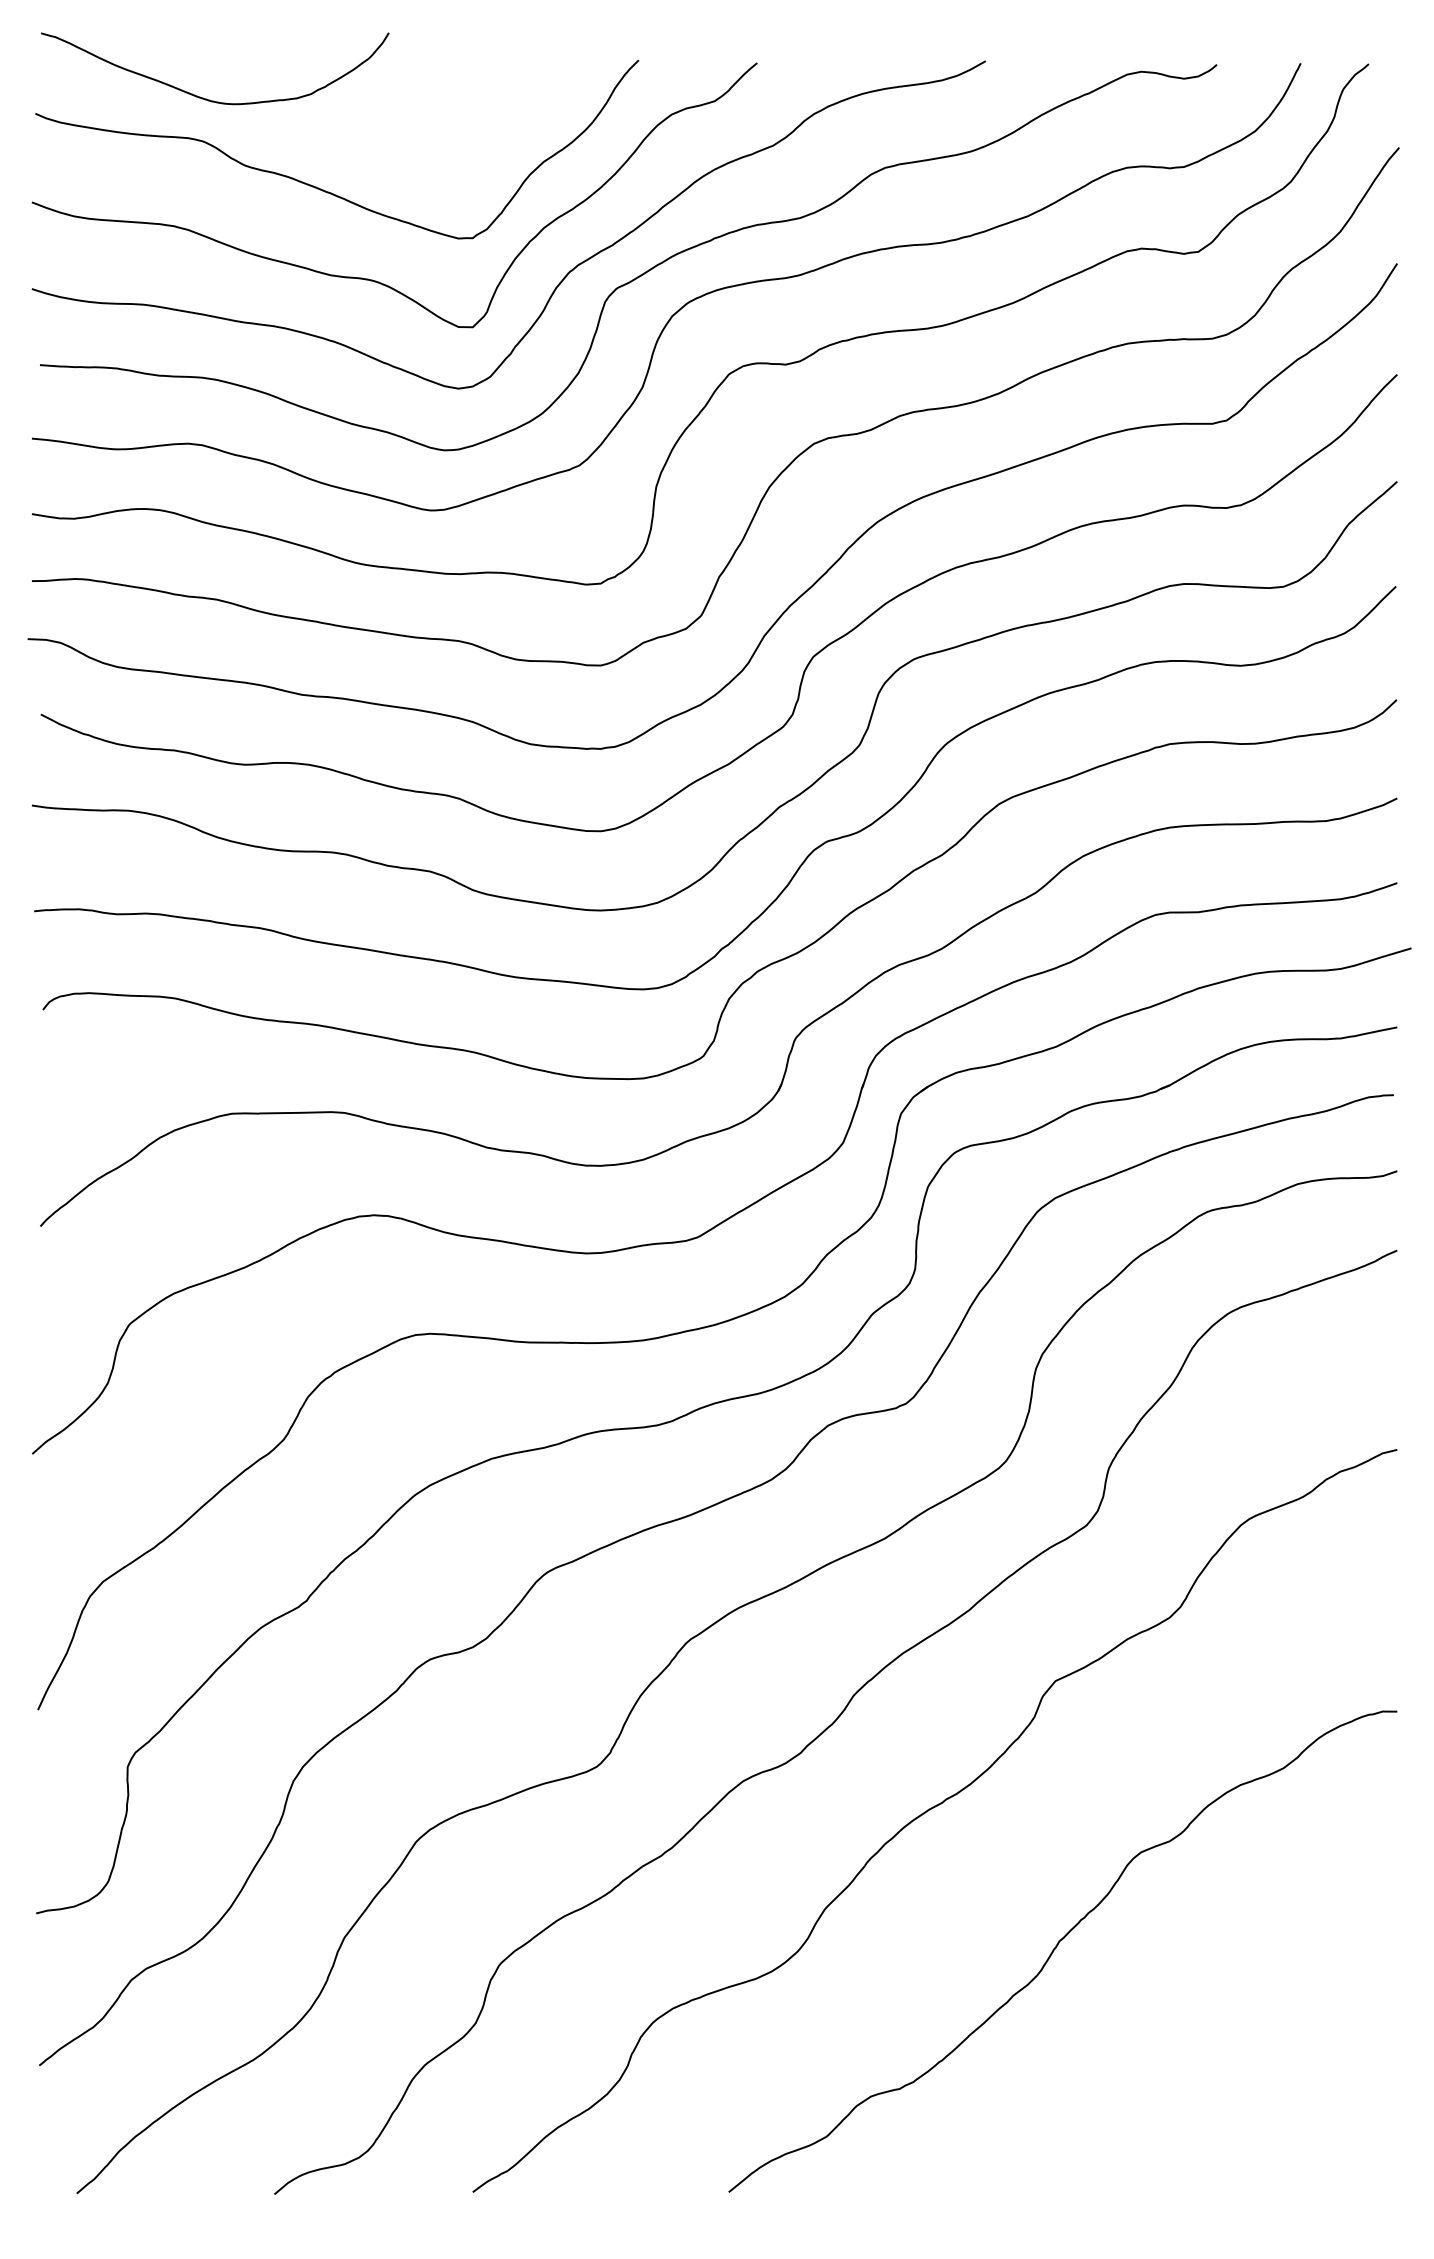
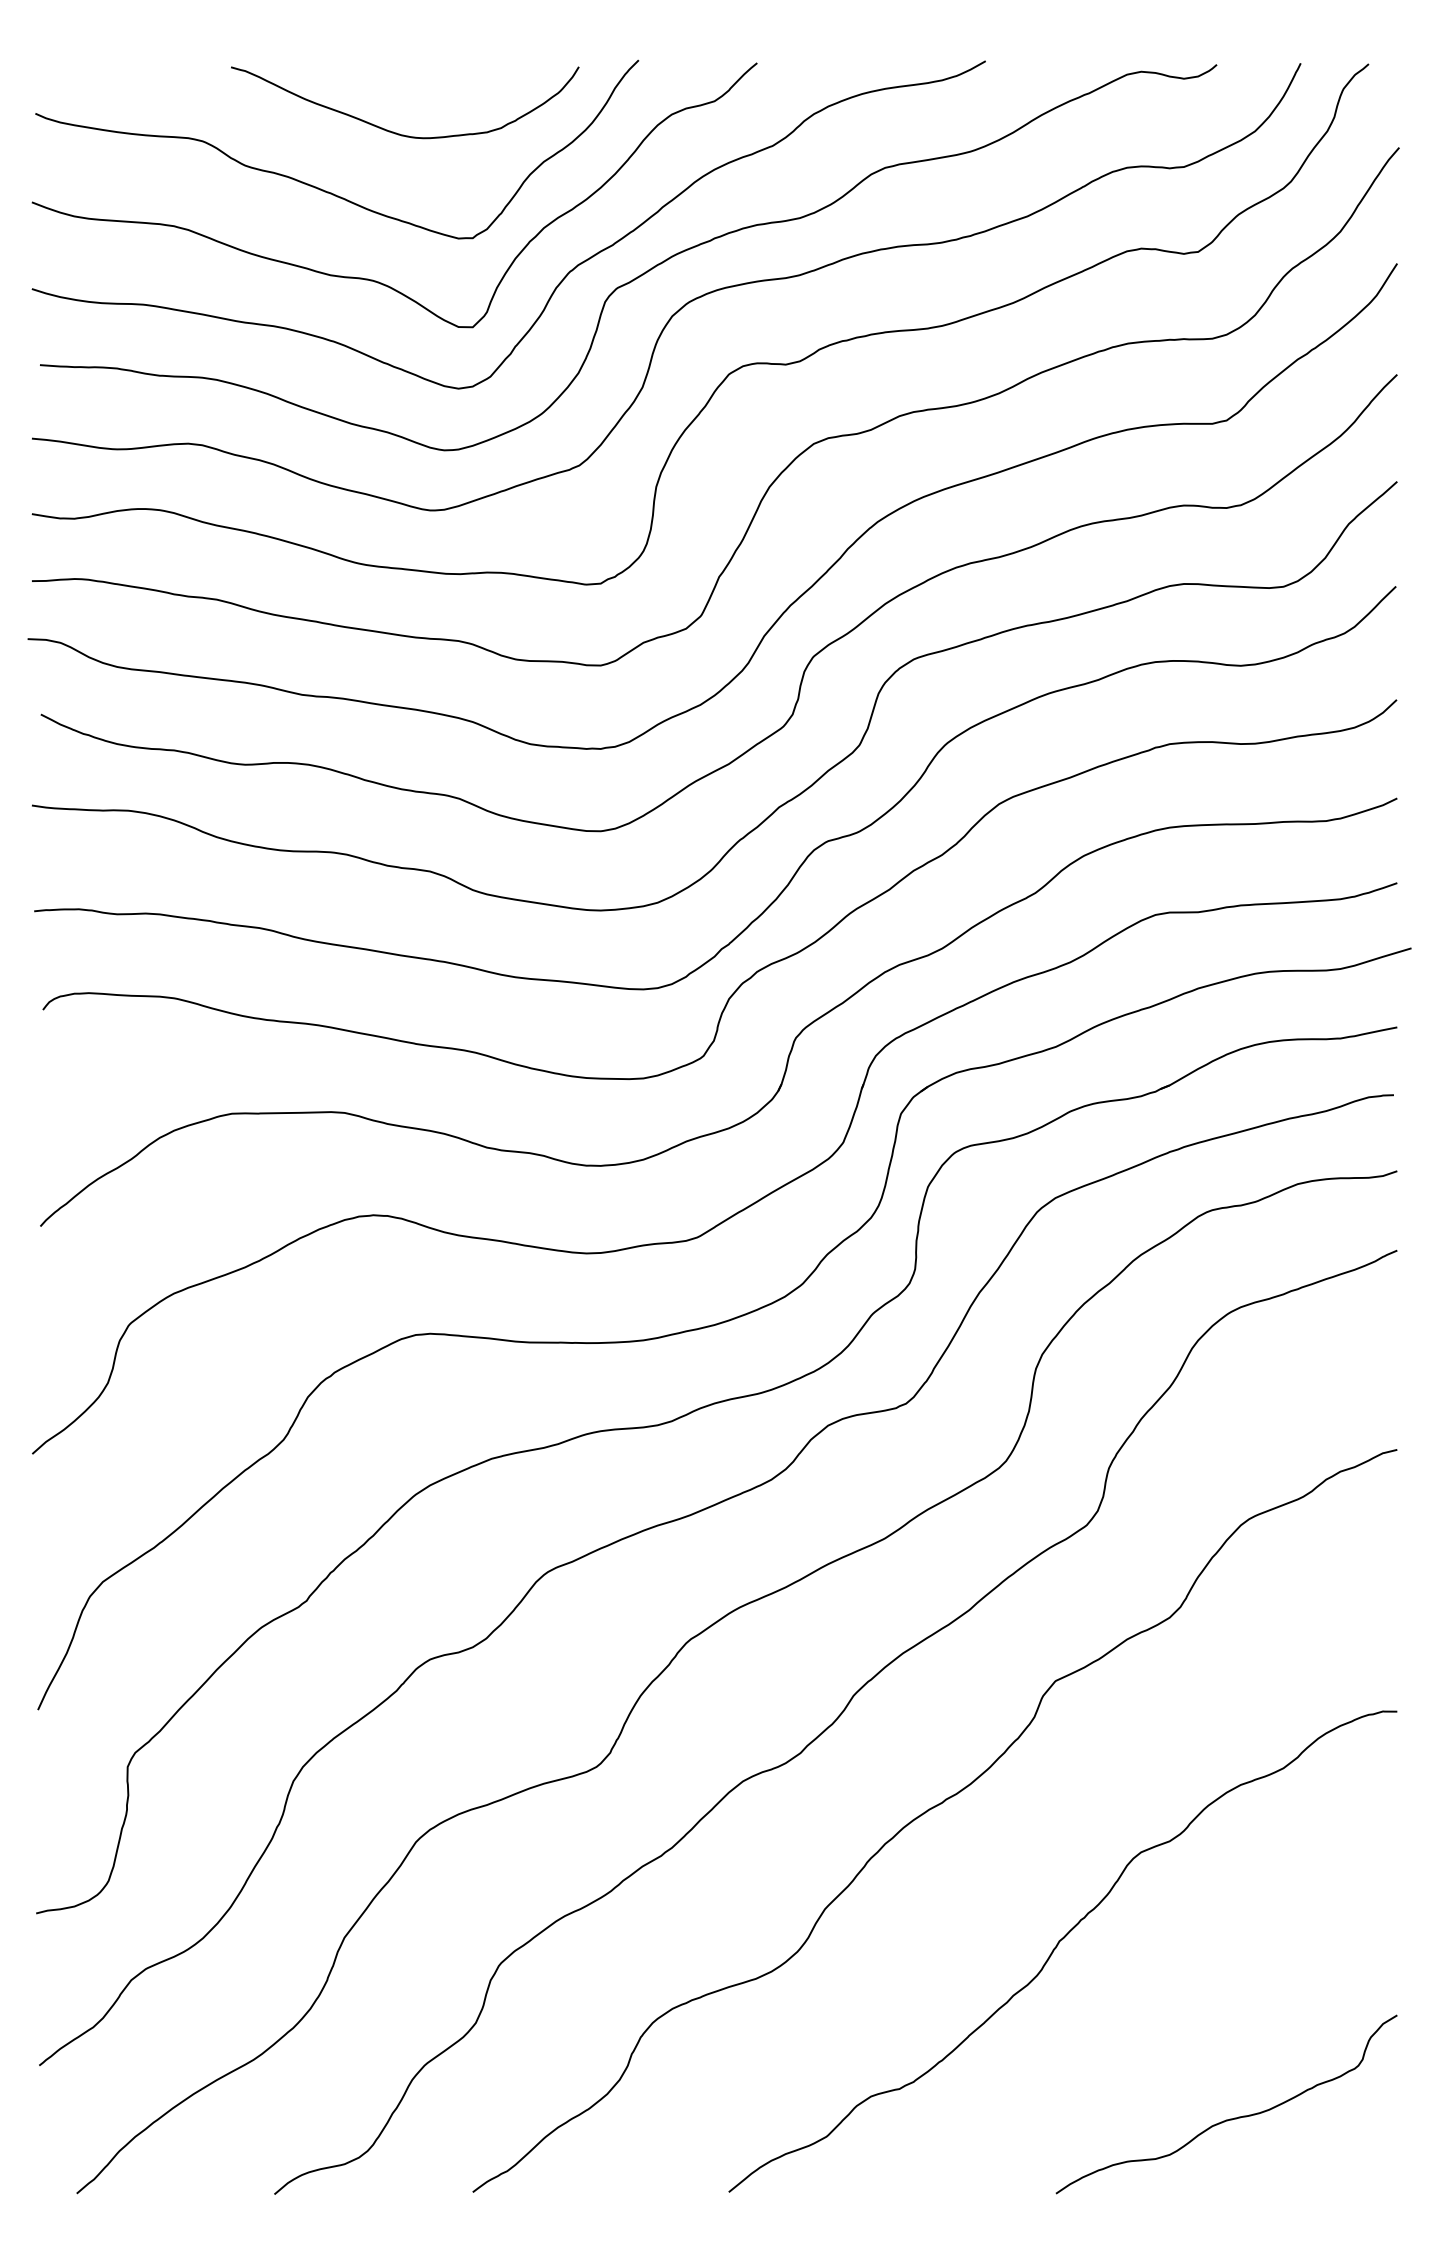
curve at (206, 98) position: (206, 98) -> (396, 132)
curve at (1230, 2118): none -> present
